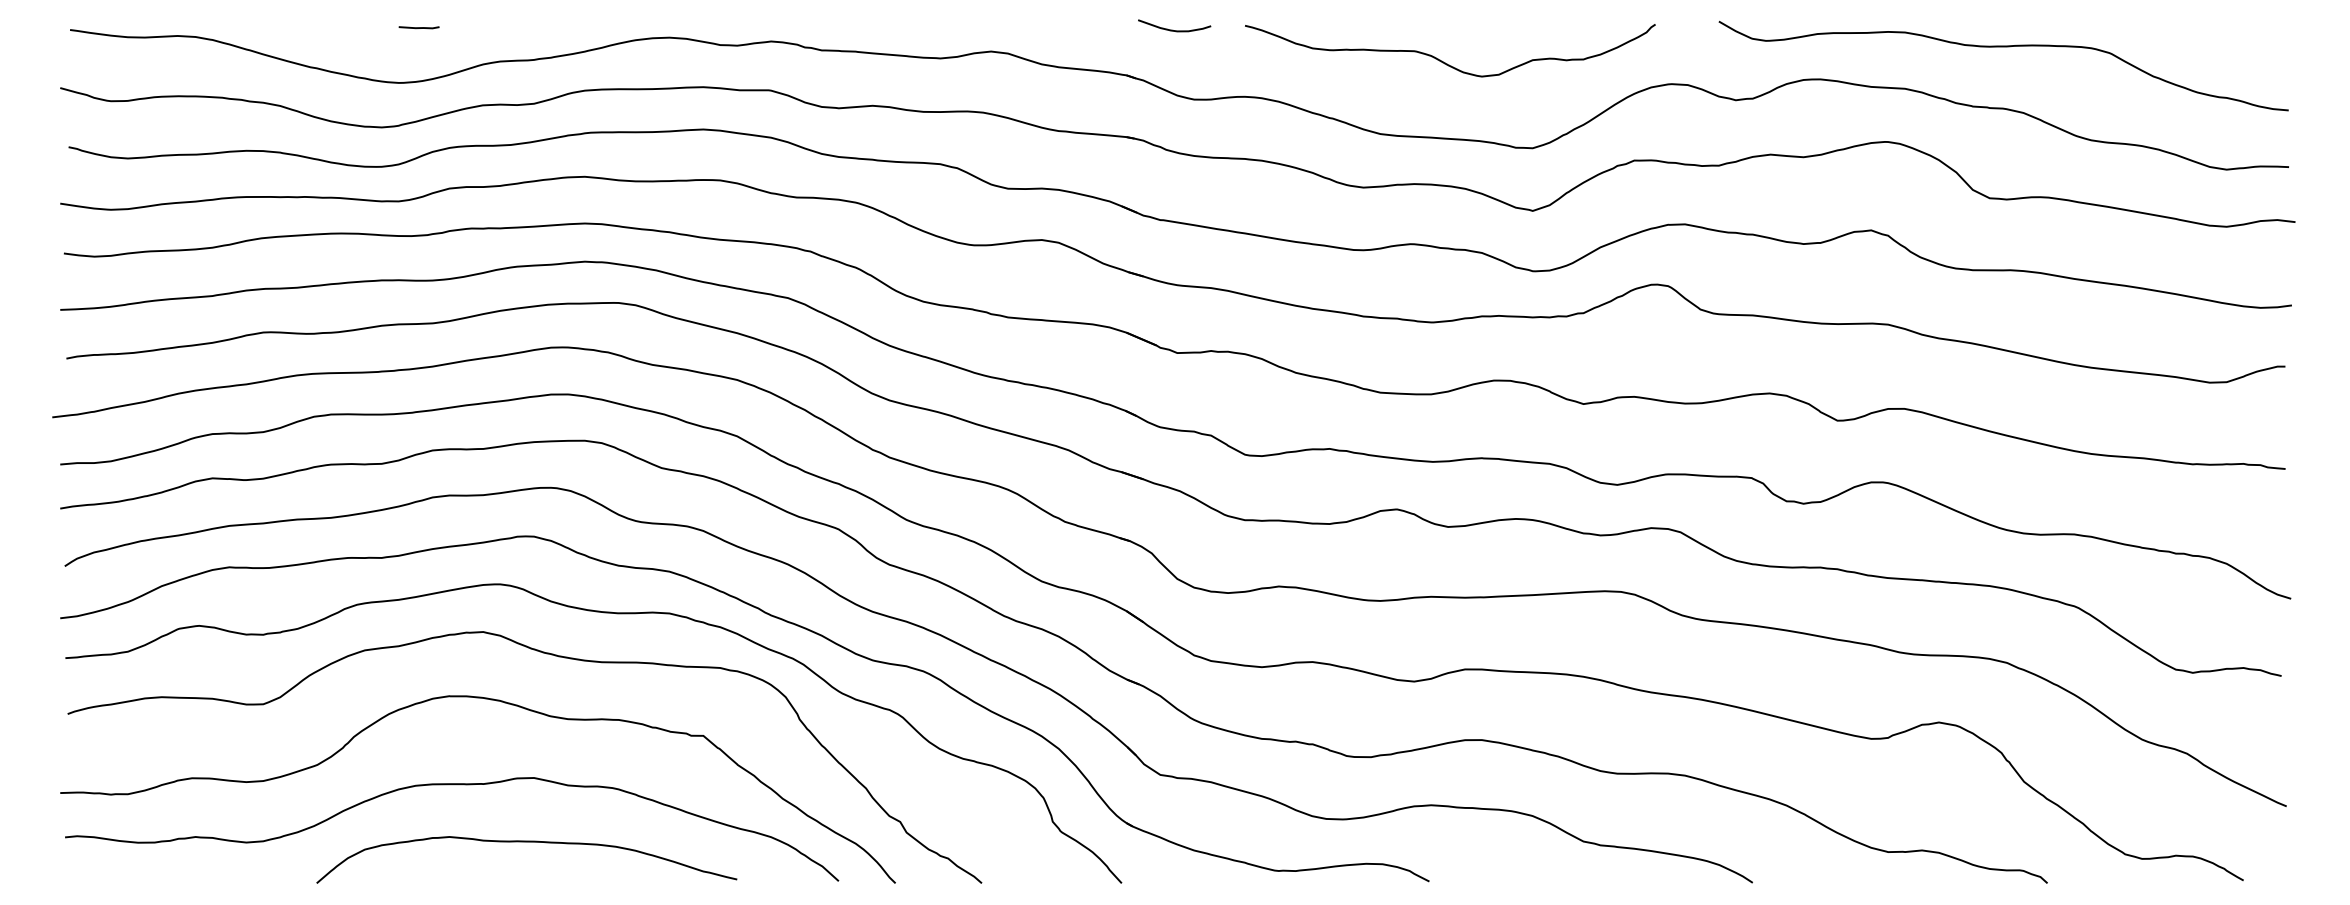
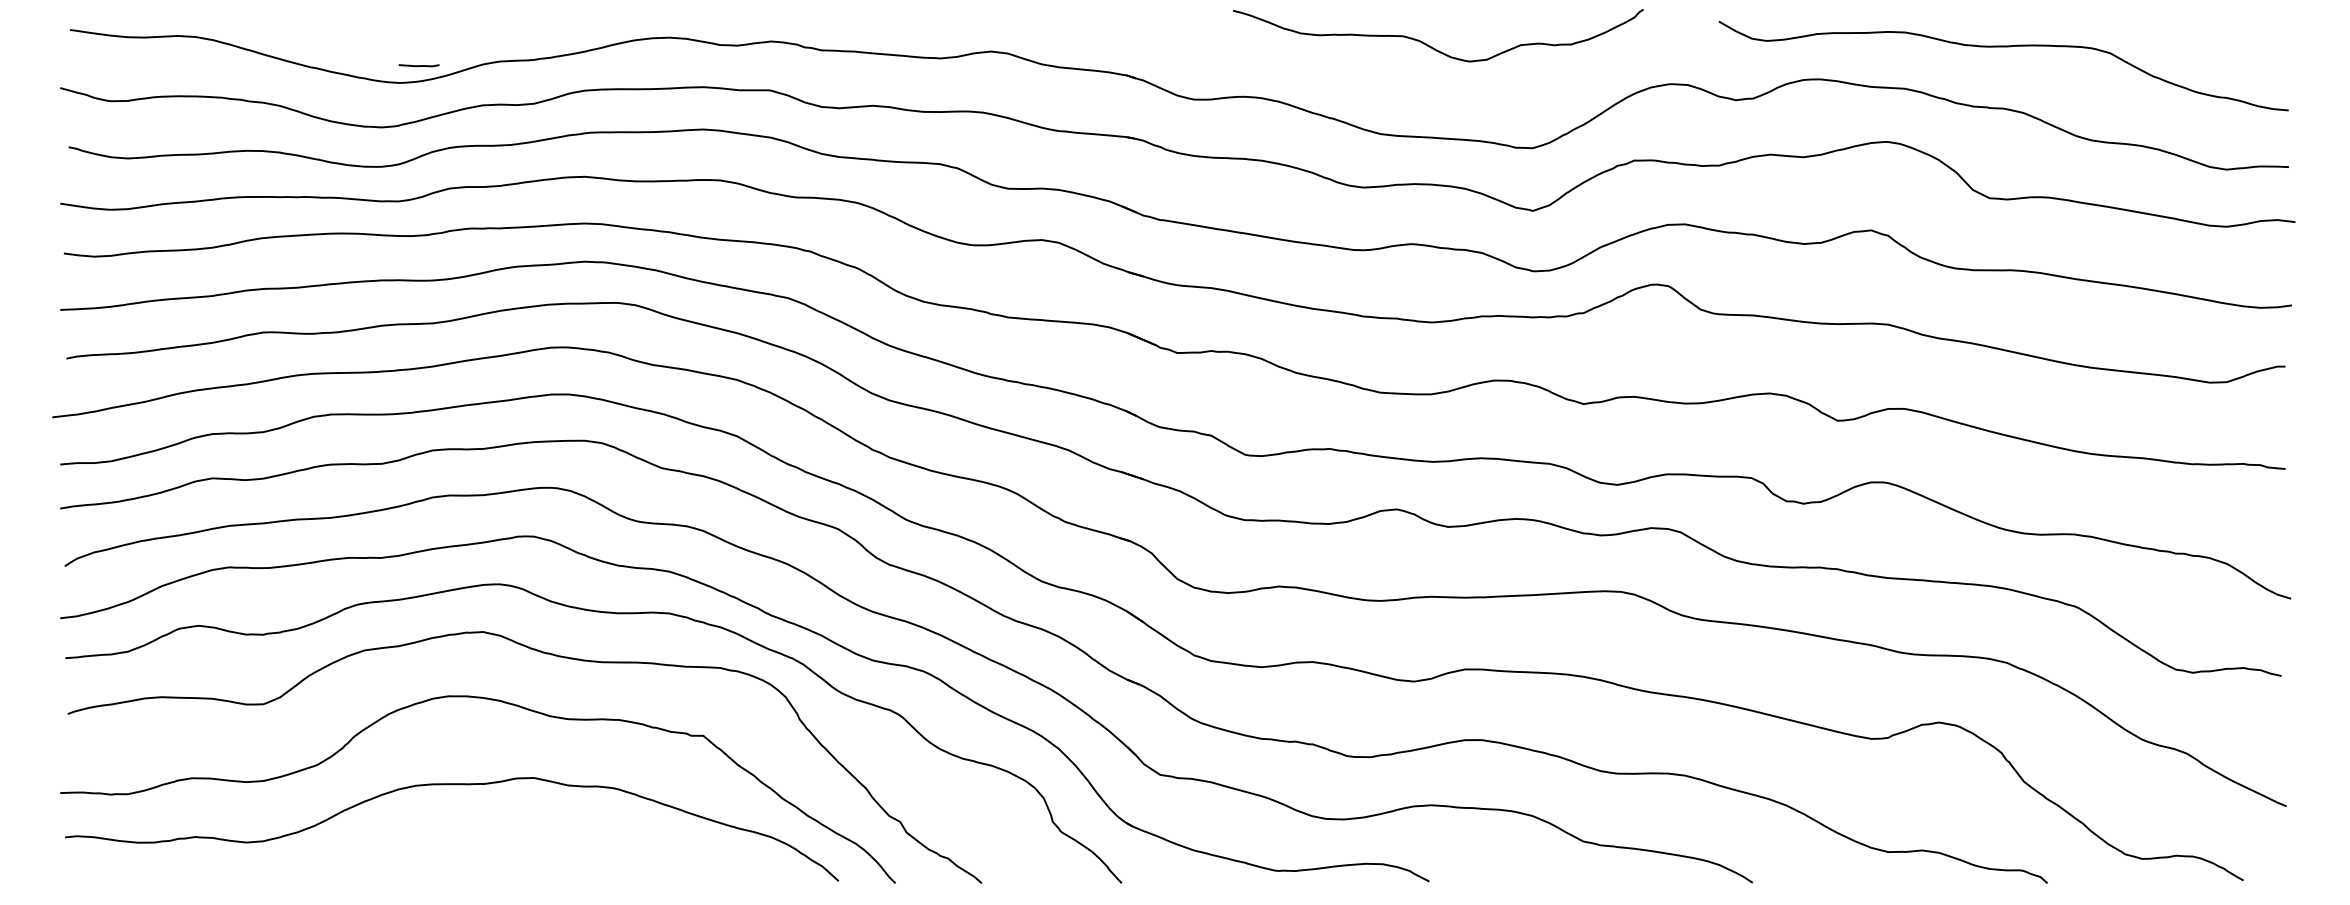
line at (418, 27) position: (418, 27) -> (418, 65)
curve at (1172, 29): present -> none
curve at (1445, 62) position: (1445, 62) -> (1433, 47)
curve at (526, 842): present -> none
